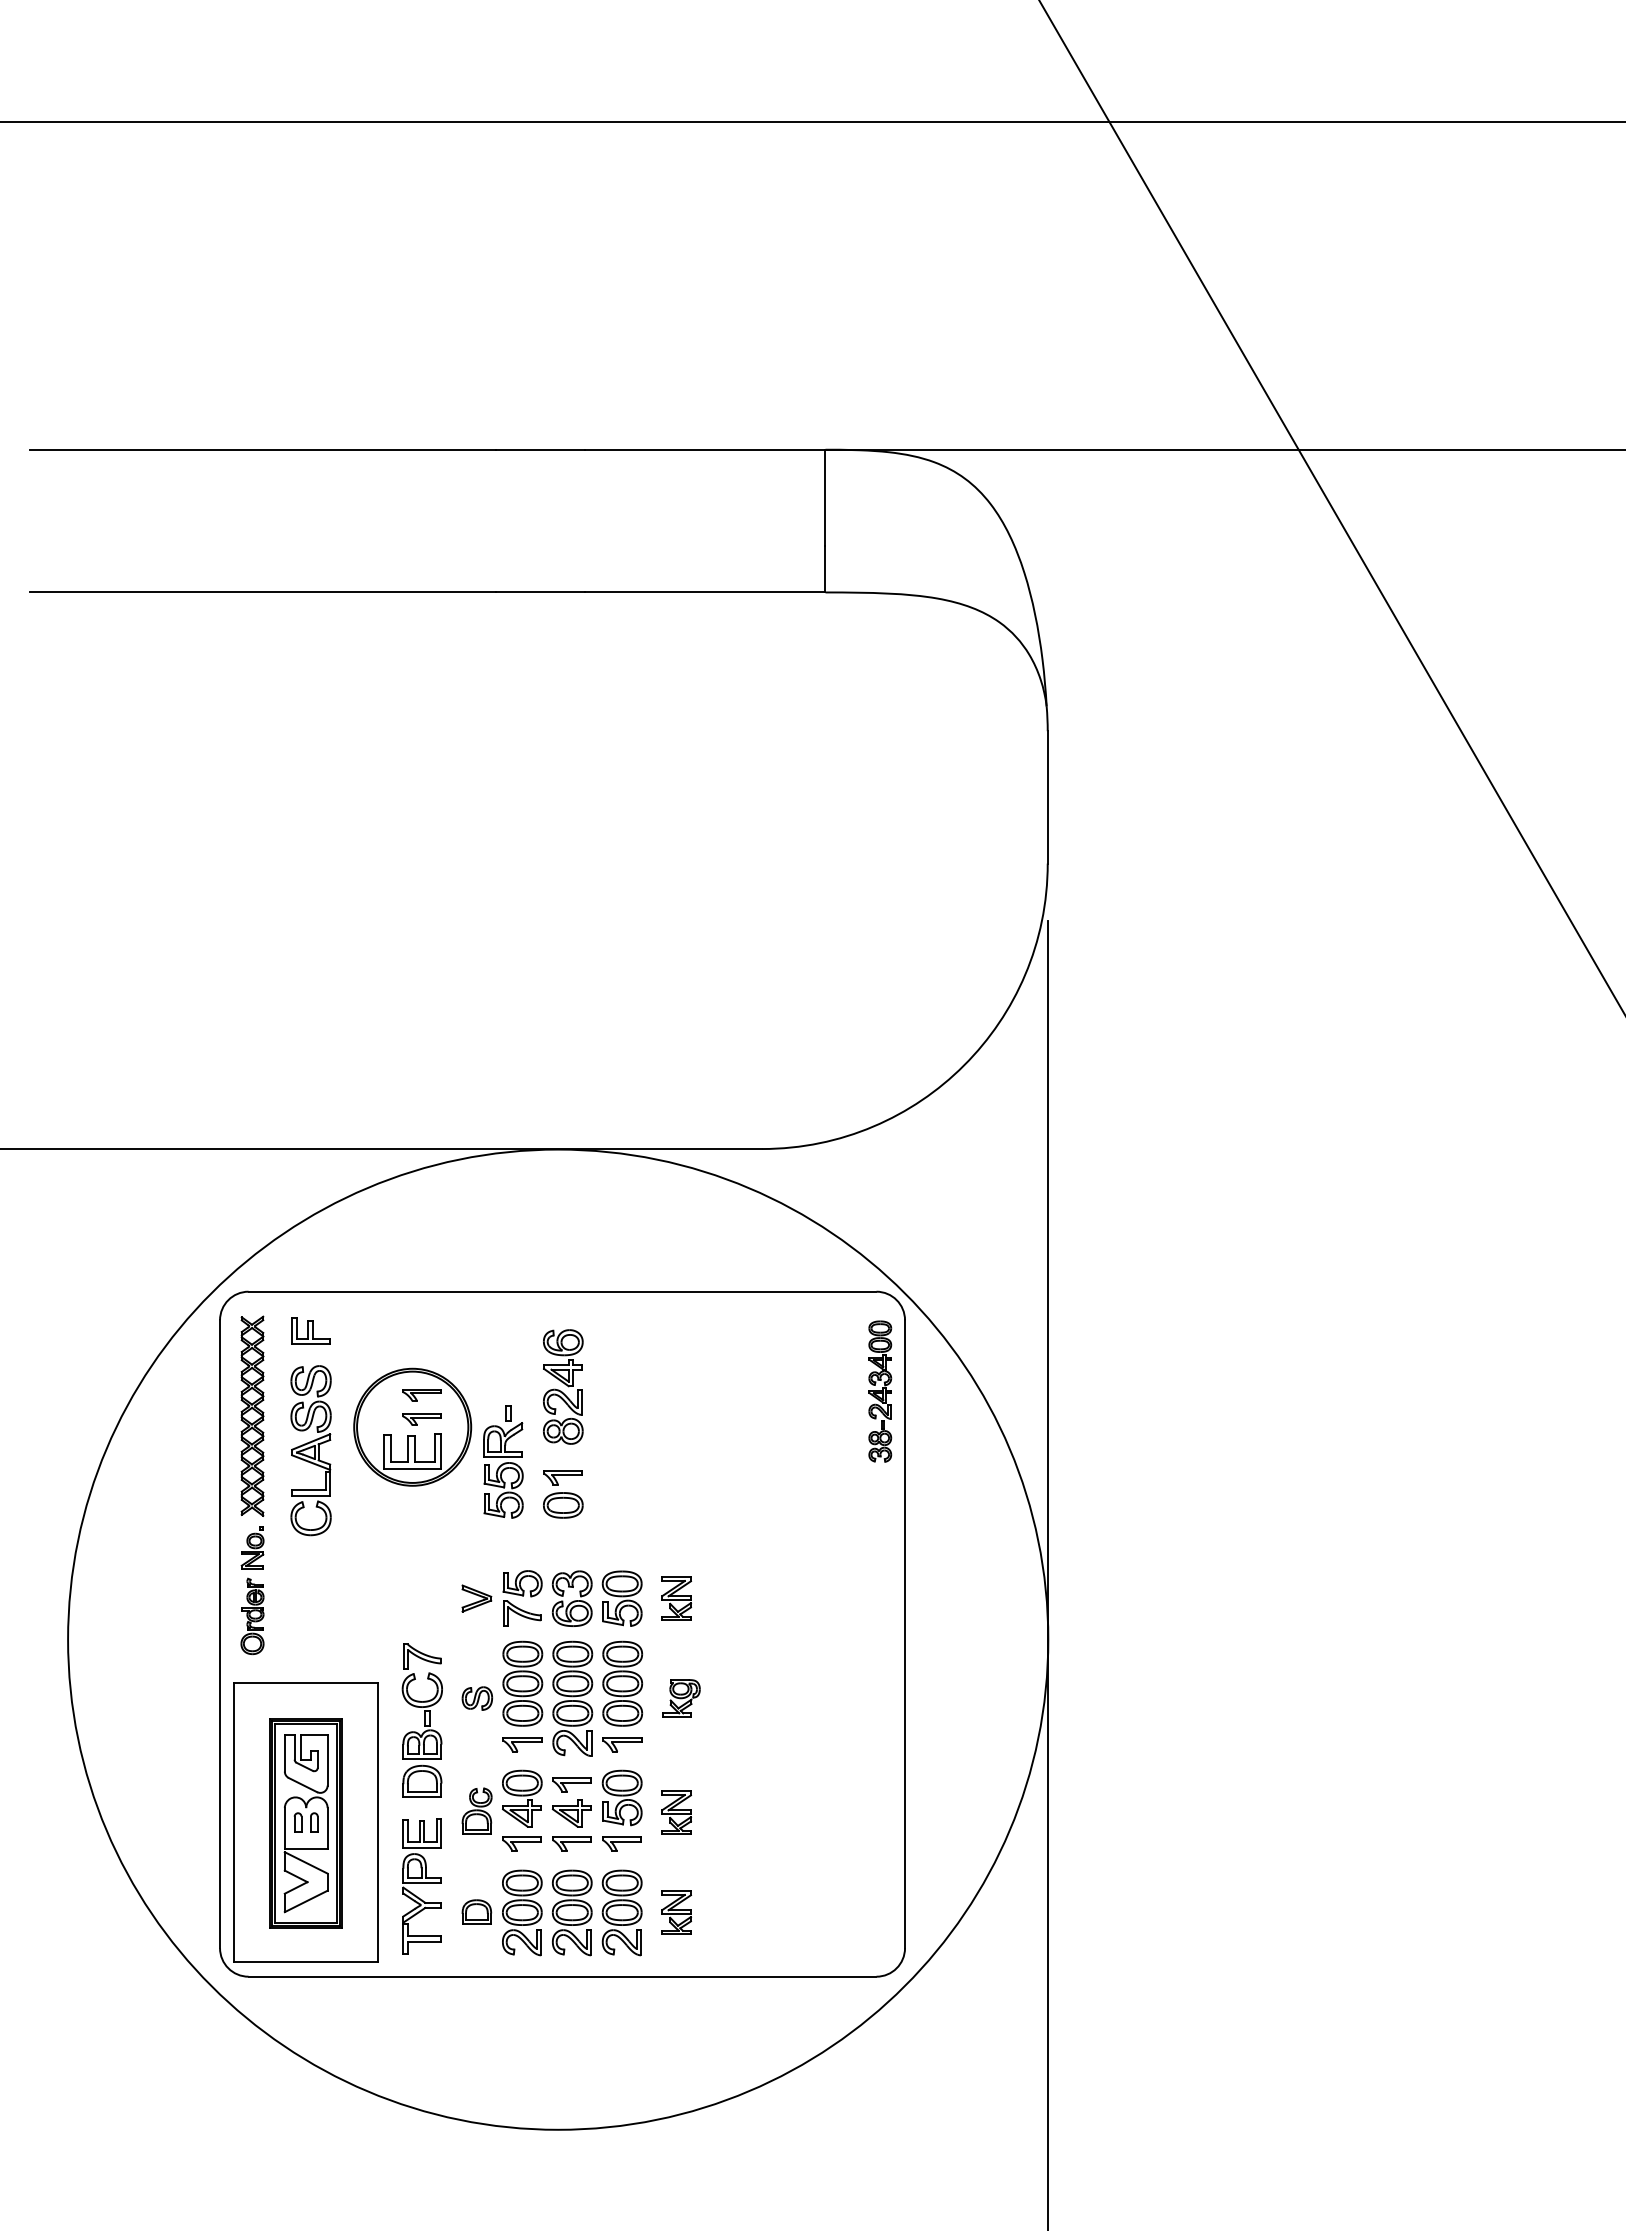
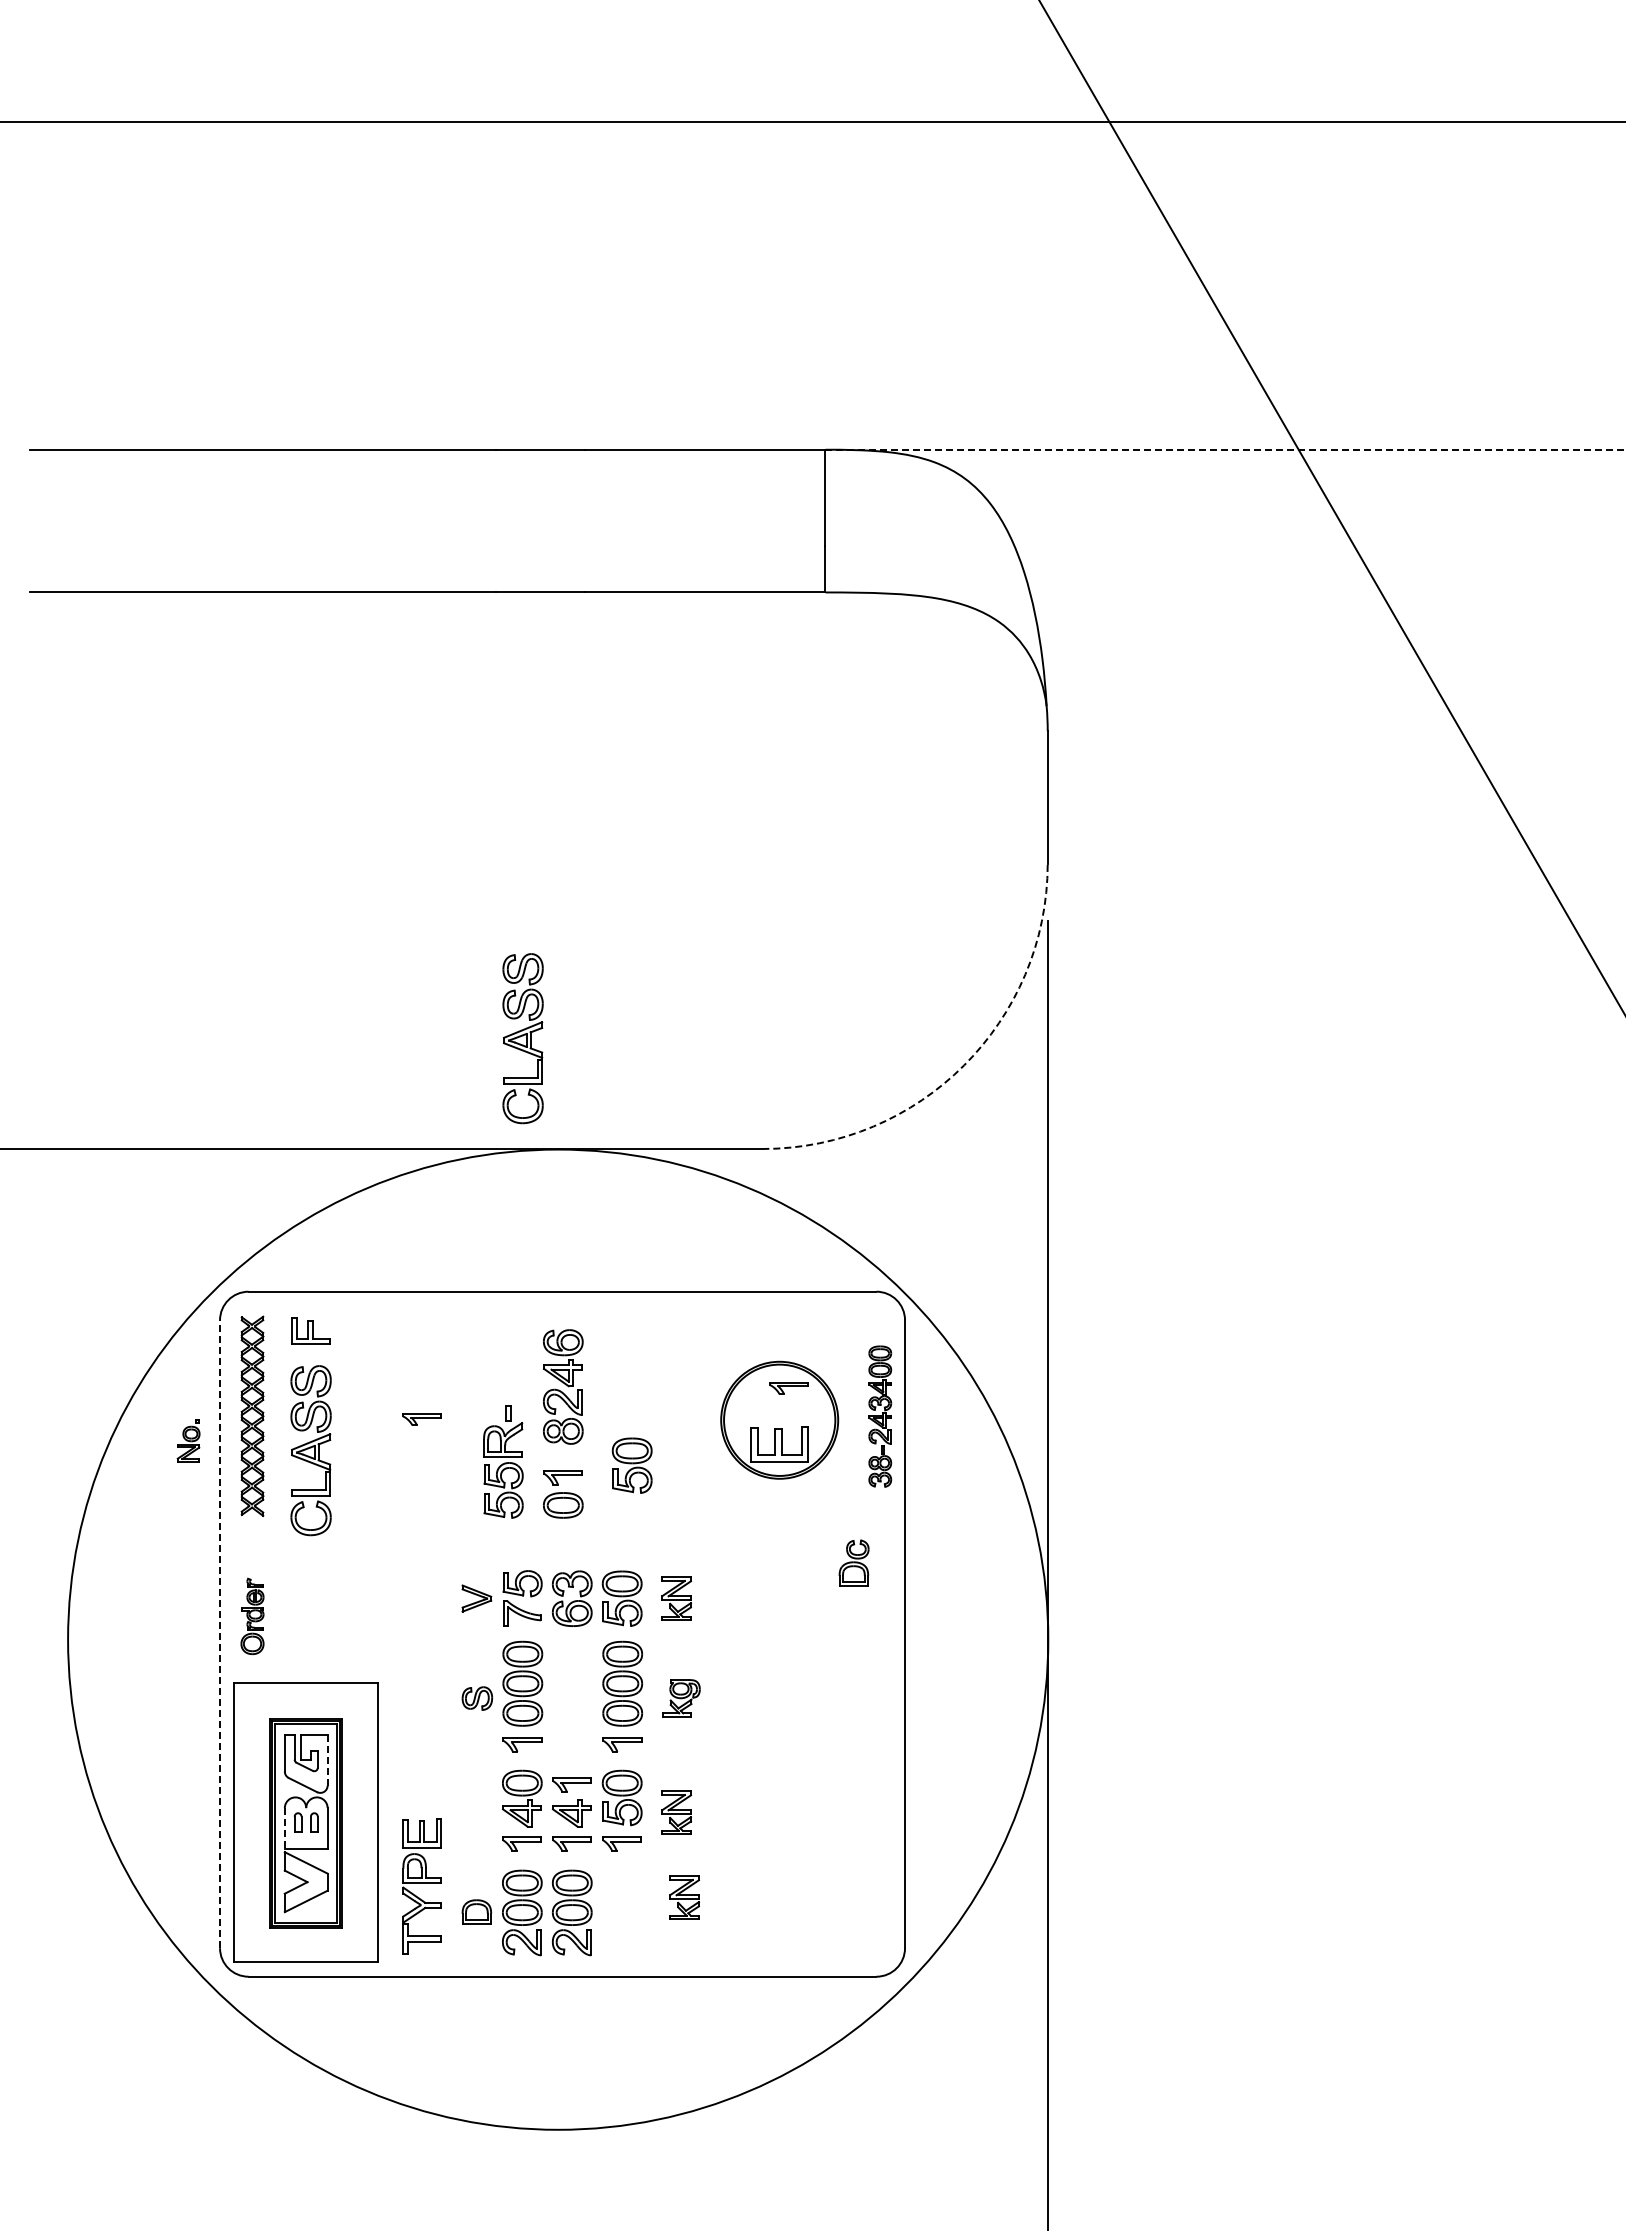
line at (1225, 449): solid -> dashed
part at (522, 1038): none -> present
arc at (964, 1065): solid -> dashed
part at (880, 1391) position: (880, 1391) -> (880, 1416)
part at (412, 1426) position: (412, 1426) -> (779, 1419)
part at (631, 1465): none -> present
part at (252, 1547) position: (252, 1547) -> (188, 1440)
line at (220, 1634): solid -> dashed
part at (572, 1698): present -> none
part at (421, 1720): present -> none
line at (327, 1759): solid -> dashed
part at (476, 1810) position: (476, 1810) -> (853, 1562)
line at (284, 1828): solid -> dashed
part at (621, 1912): present -> none
part at (676, 1912) position: (676, 1912) -> (684, 1897)
